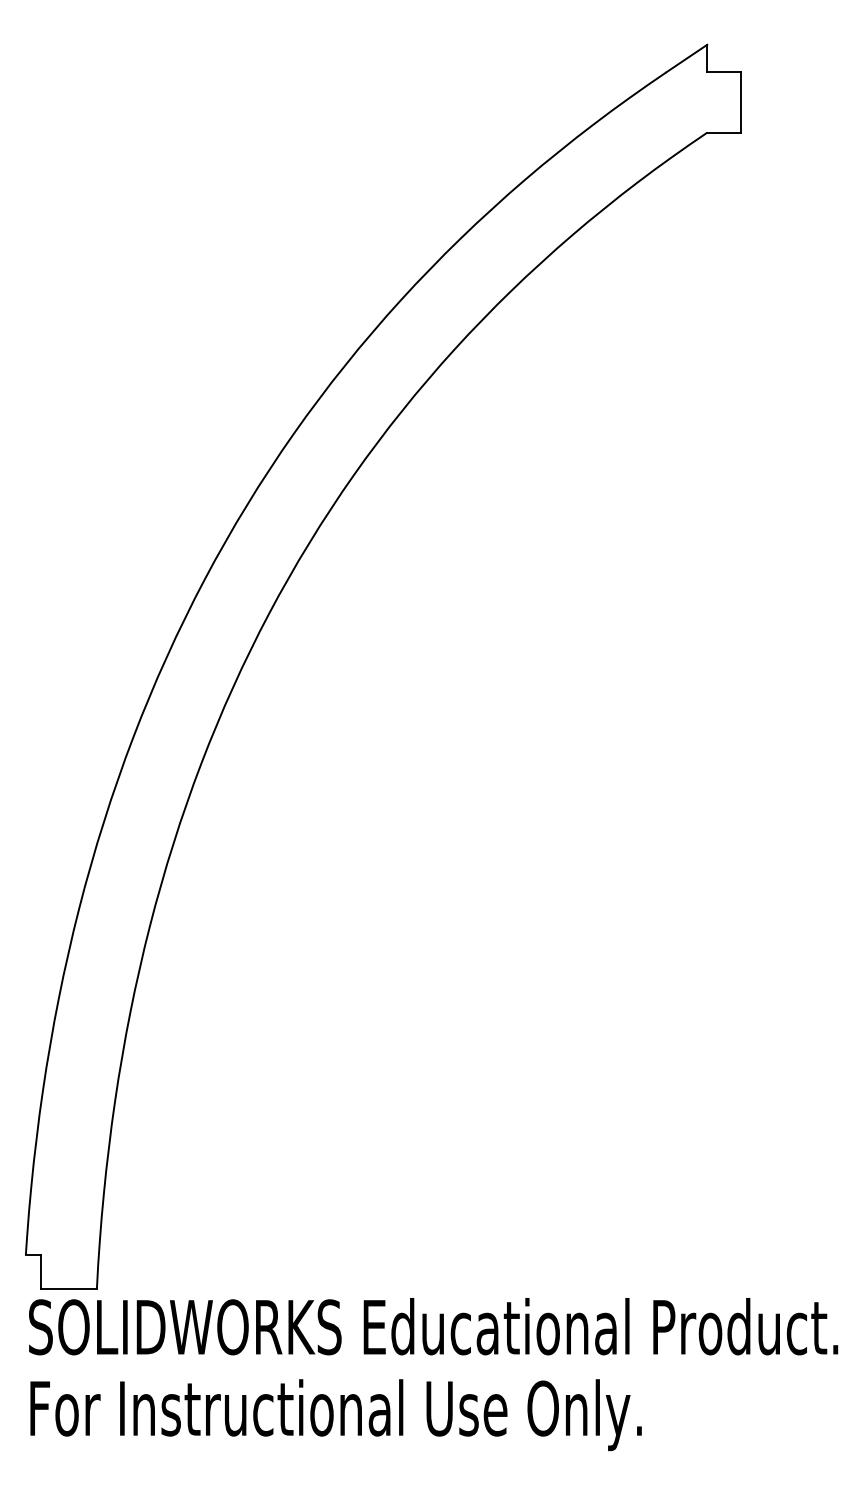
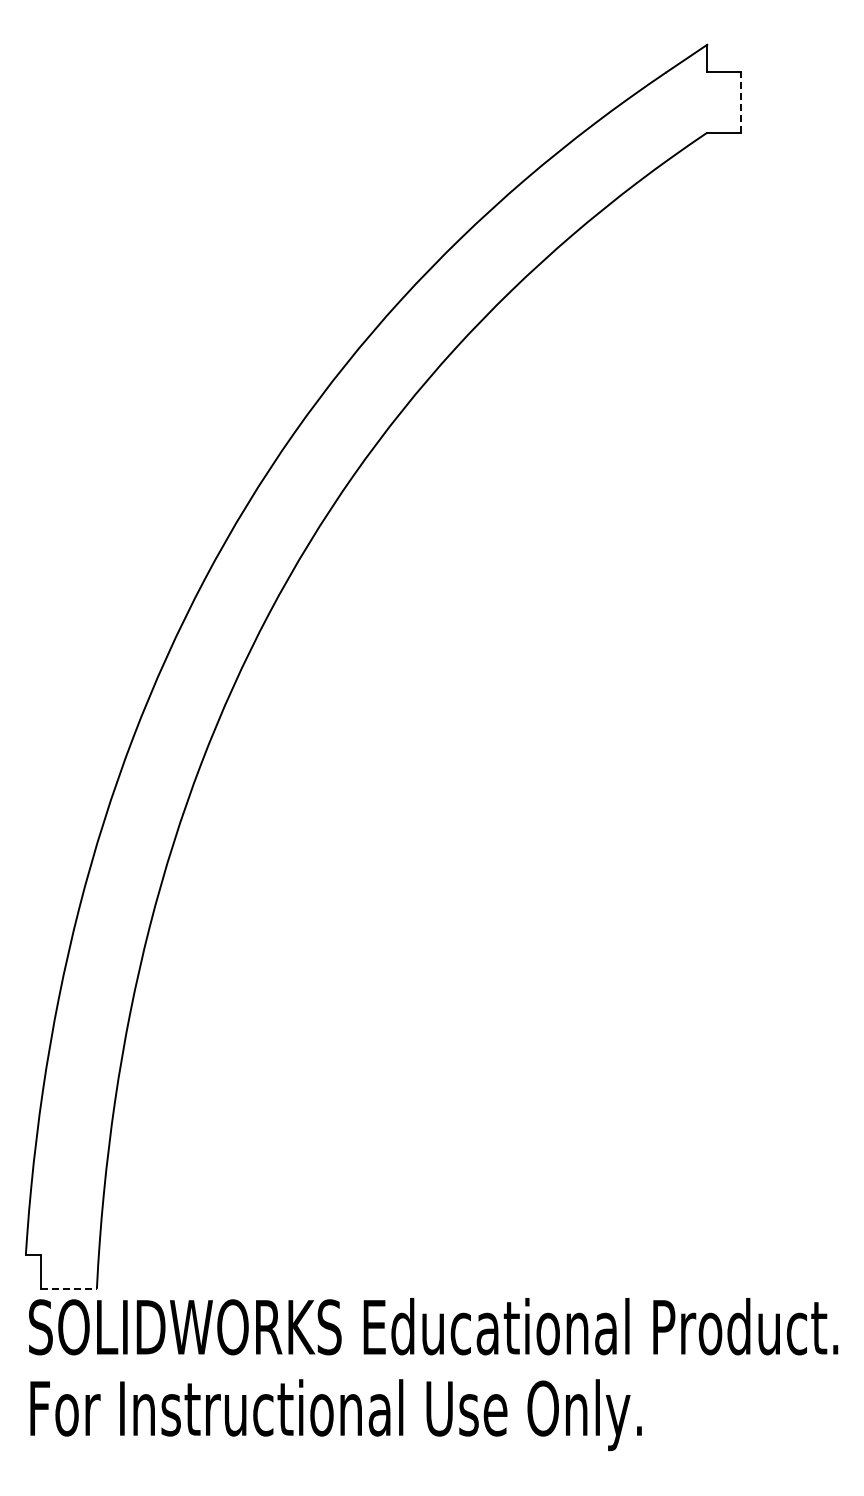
line at (740, 101): solid -> dashed
line at (69, 1288): solid -> dashed
